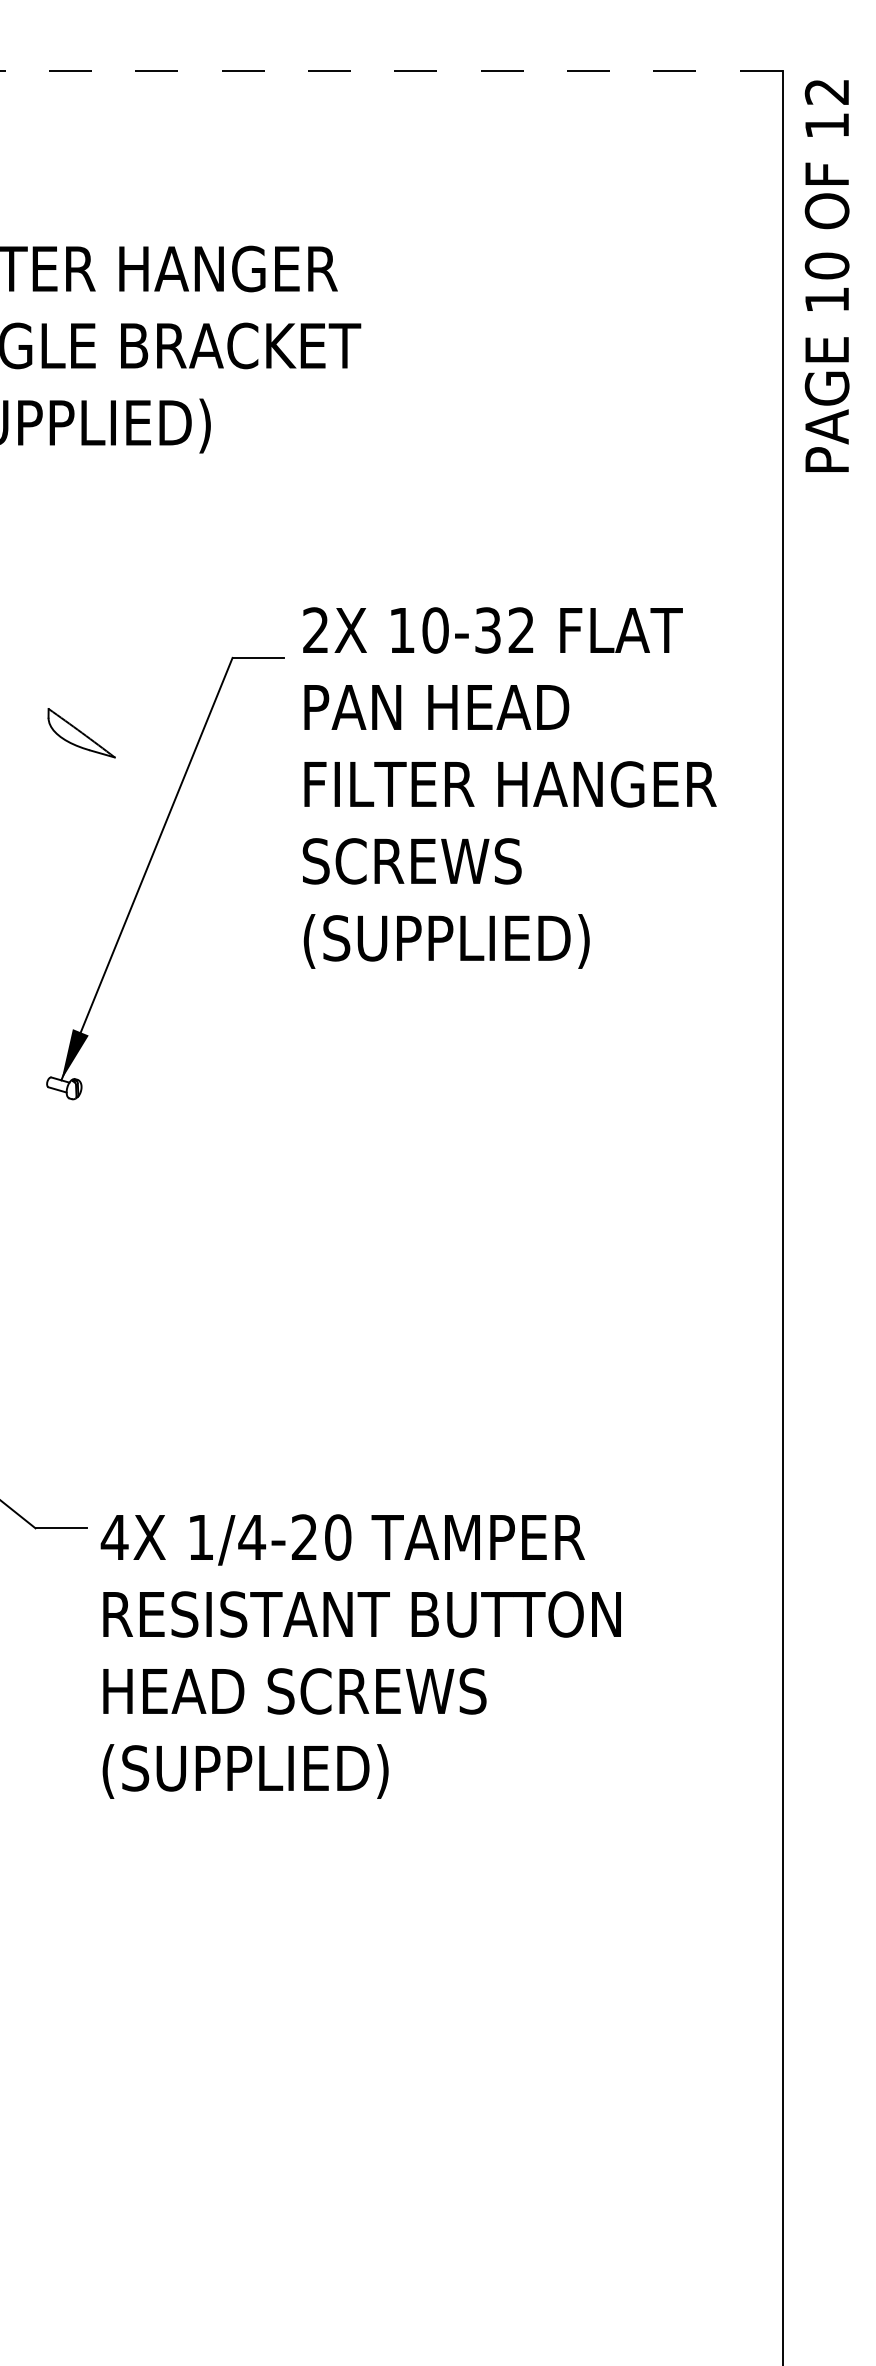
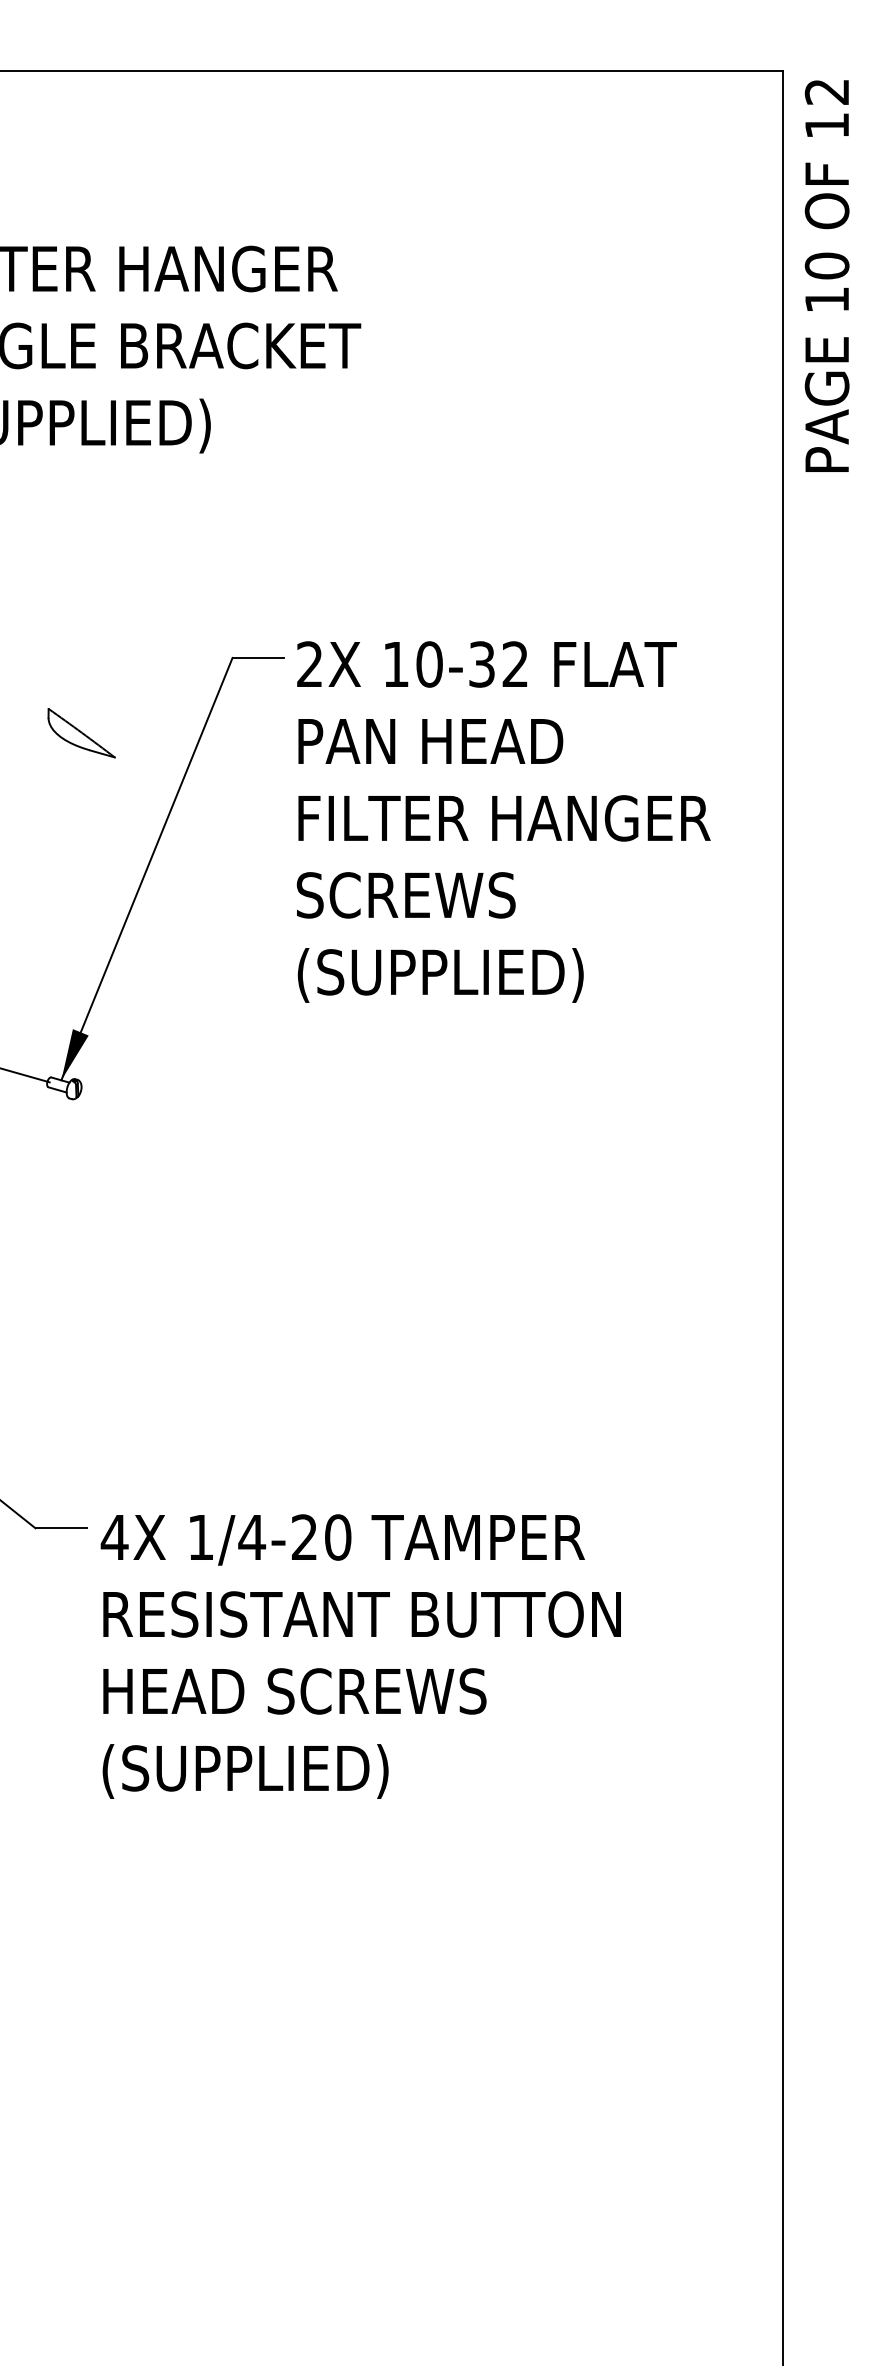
line at (391, 70): dashed -> solid
text at (509, 787) position: (509, 787) -> (503, 821)
line at (26, 1075): none -> present
